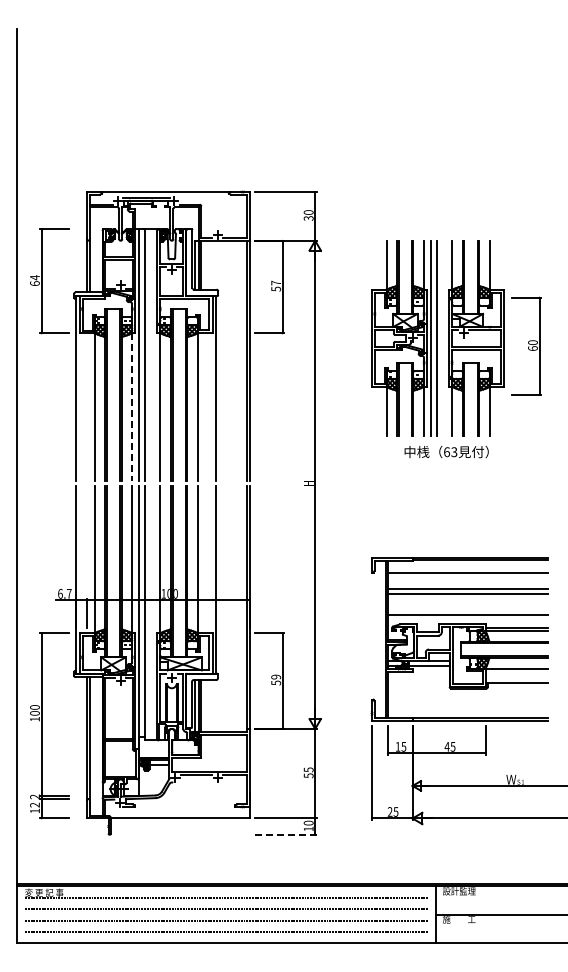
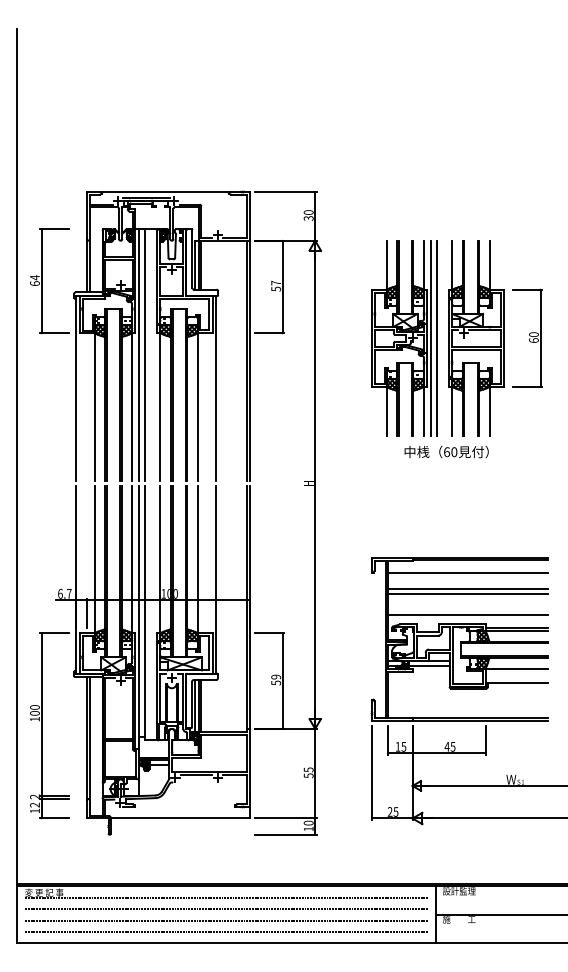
part at (526, 345) position: (526, 345) -> (527, 337)
line at (132, 407): dashed -> solid
text at (454, 452): 63 -> 60
line at (285, 834): dashed -> solid
